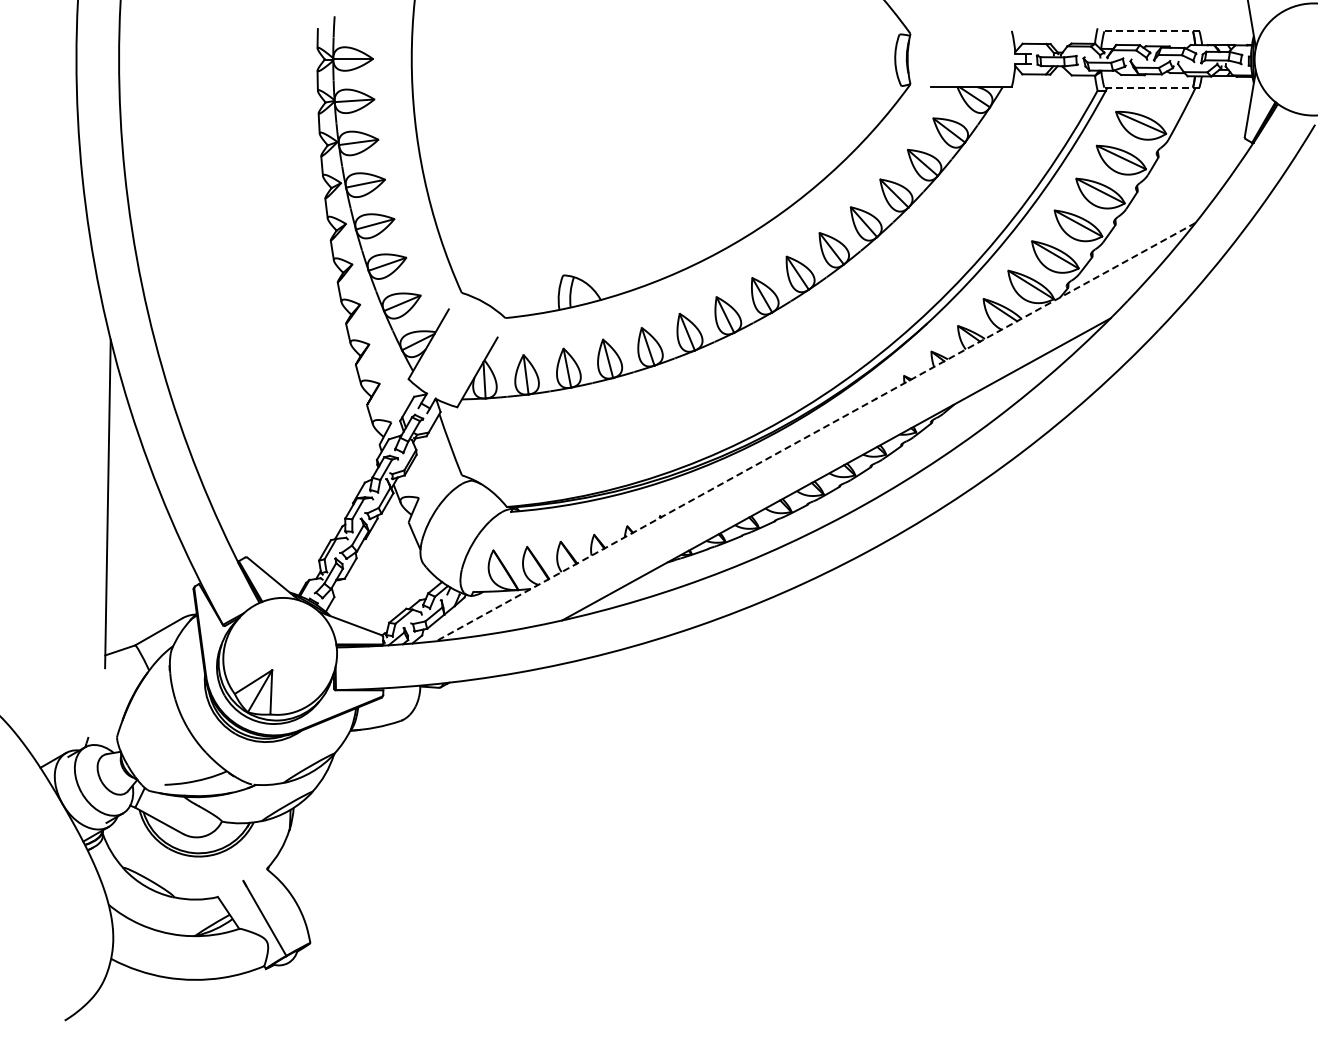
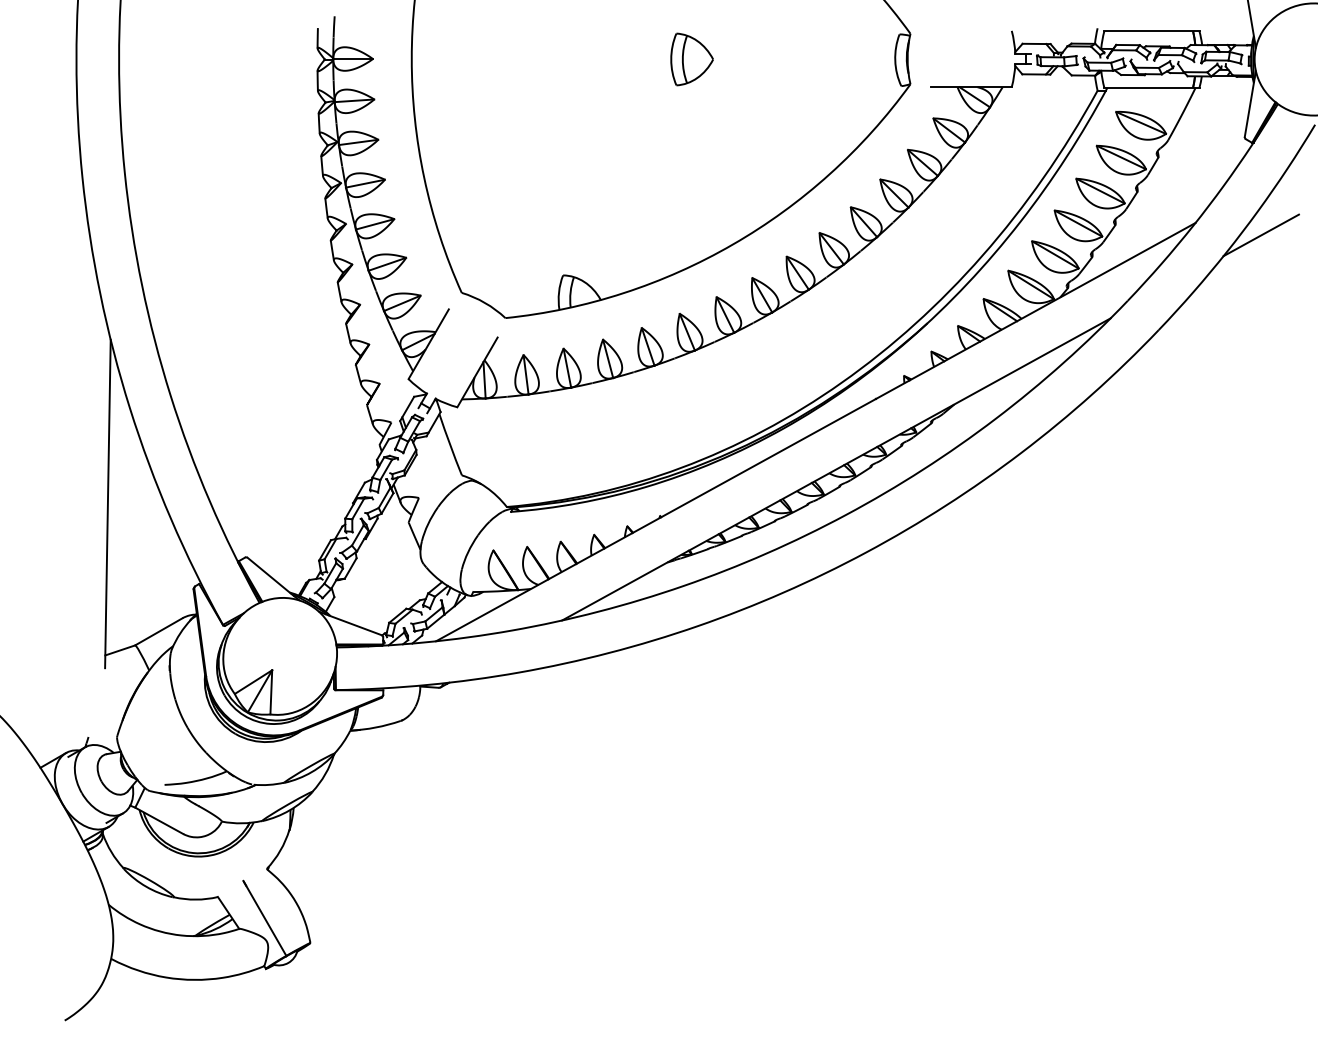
line at (1151, 31): dashed -> solid
part at (691, 59): none -> present
line at (1151, 87): dashed -> solid
line at (1260, 235): none -> present
line at (815, 432): dashed -> solid
